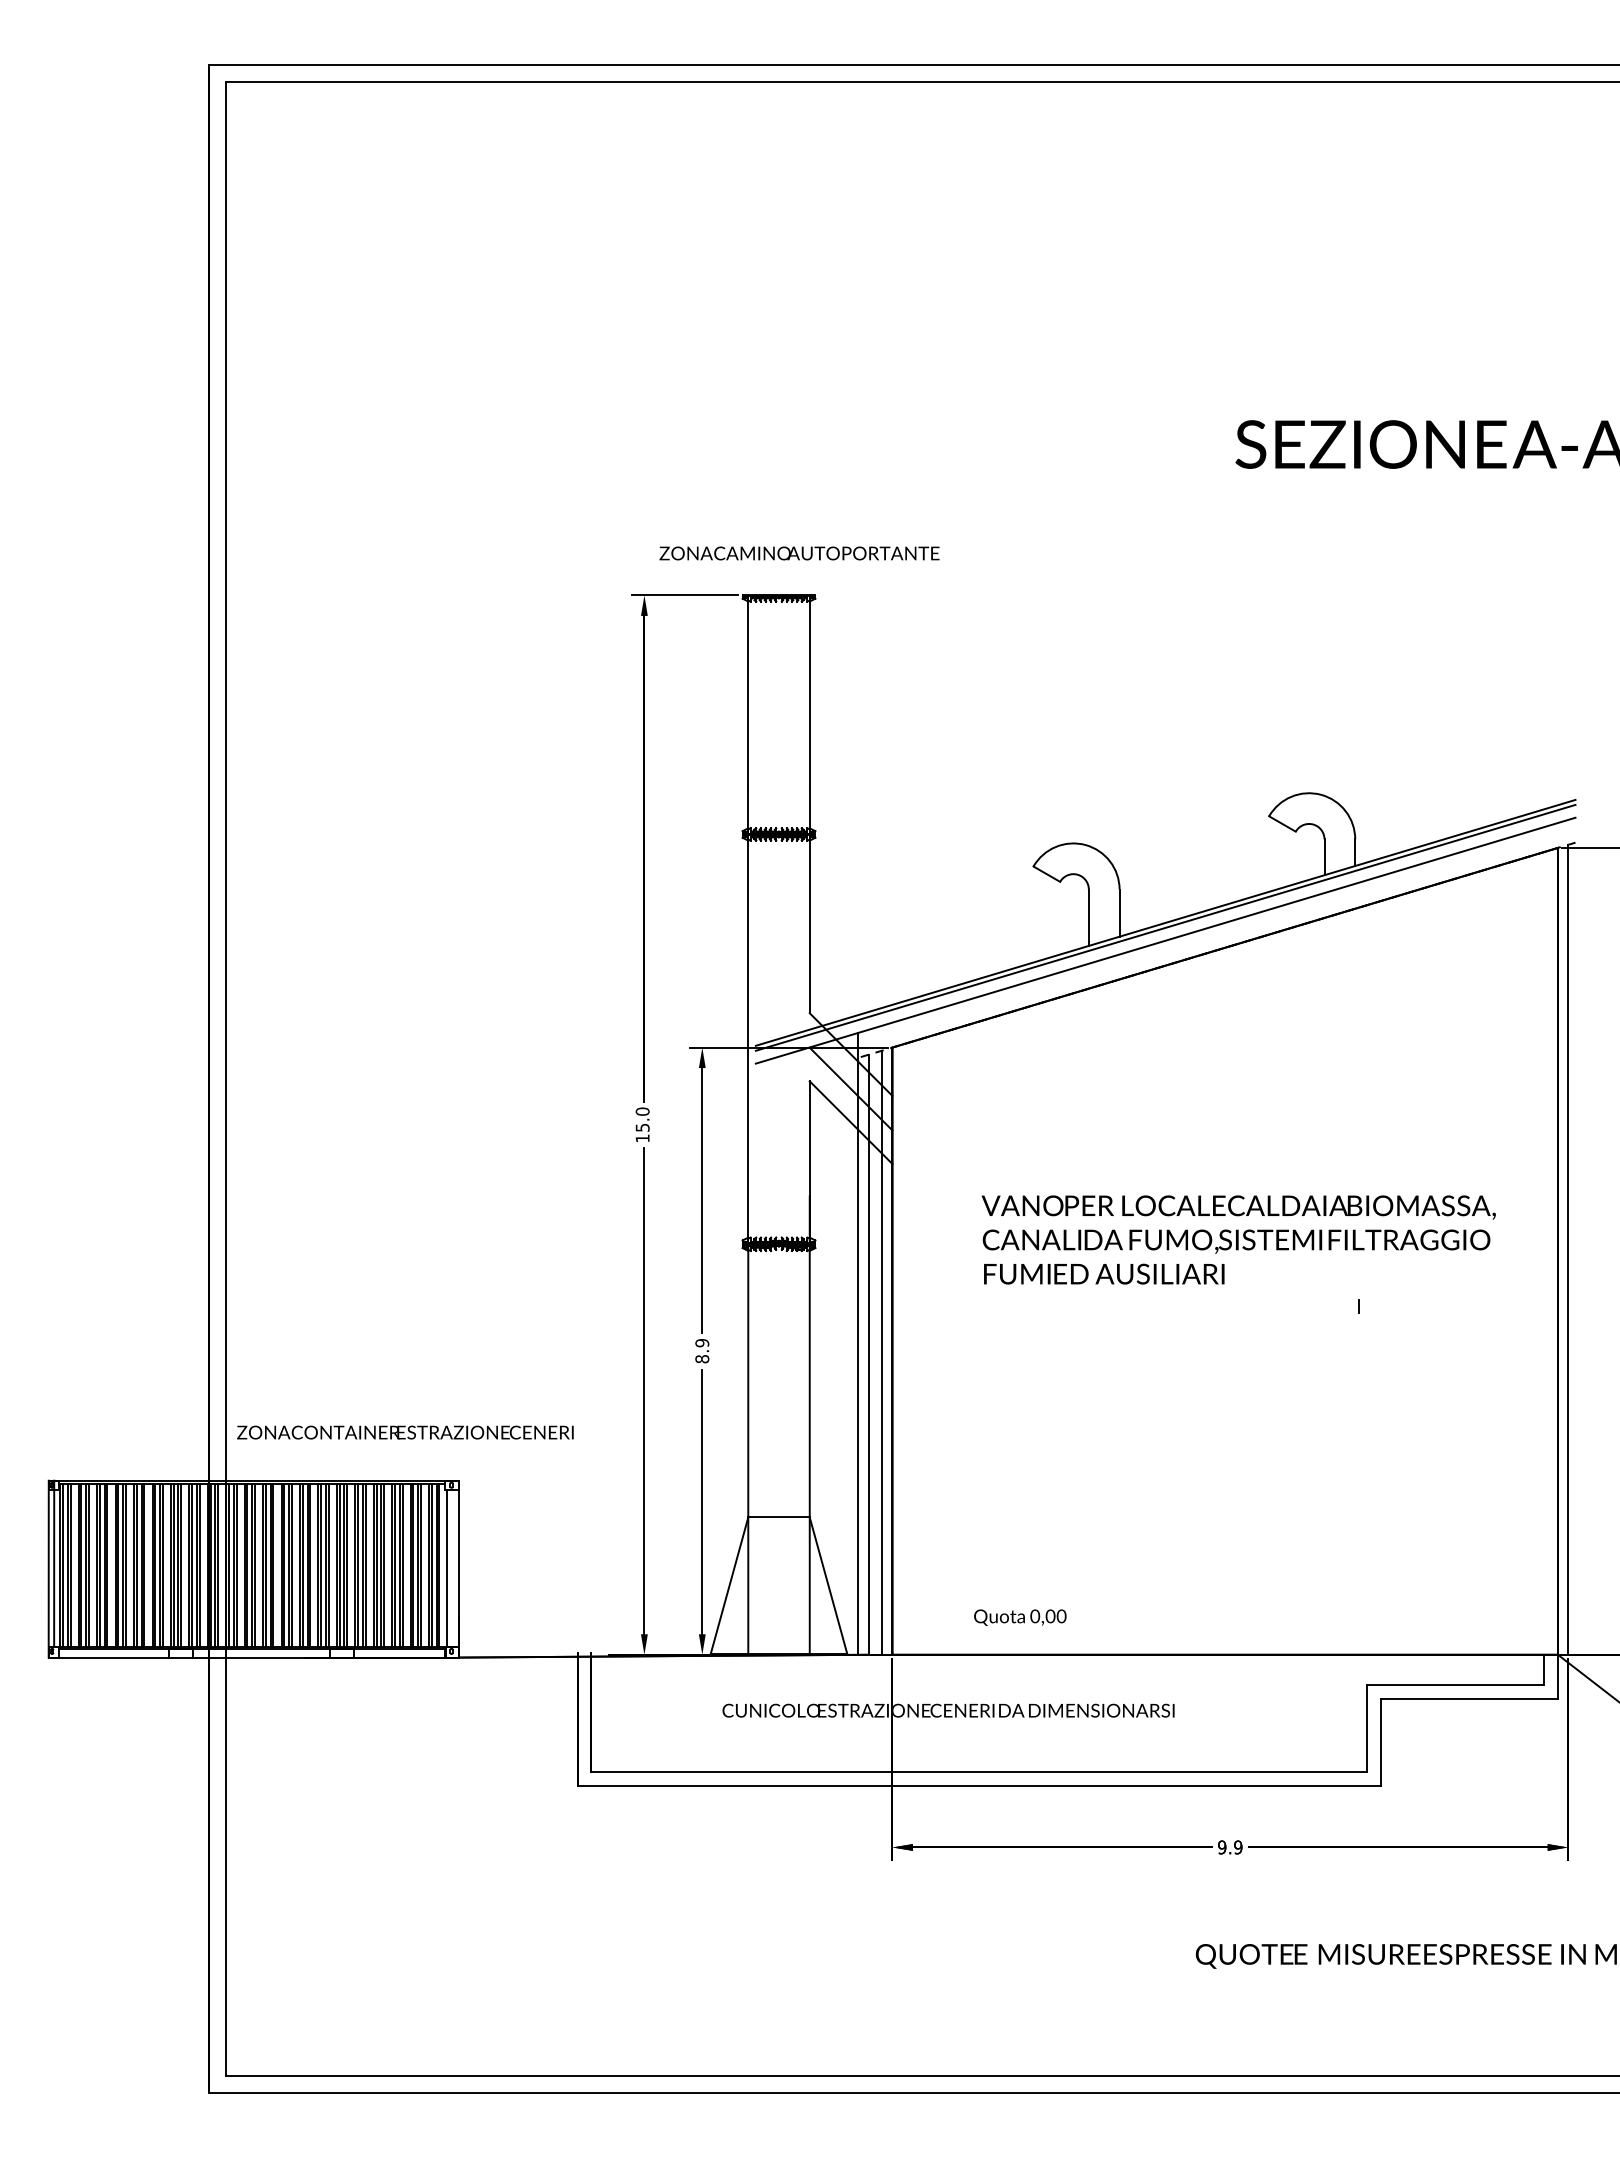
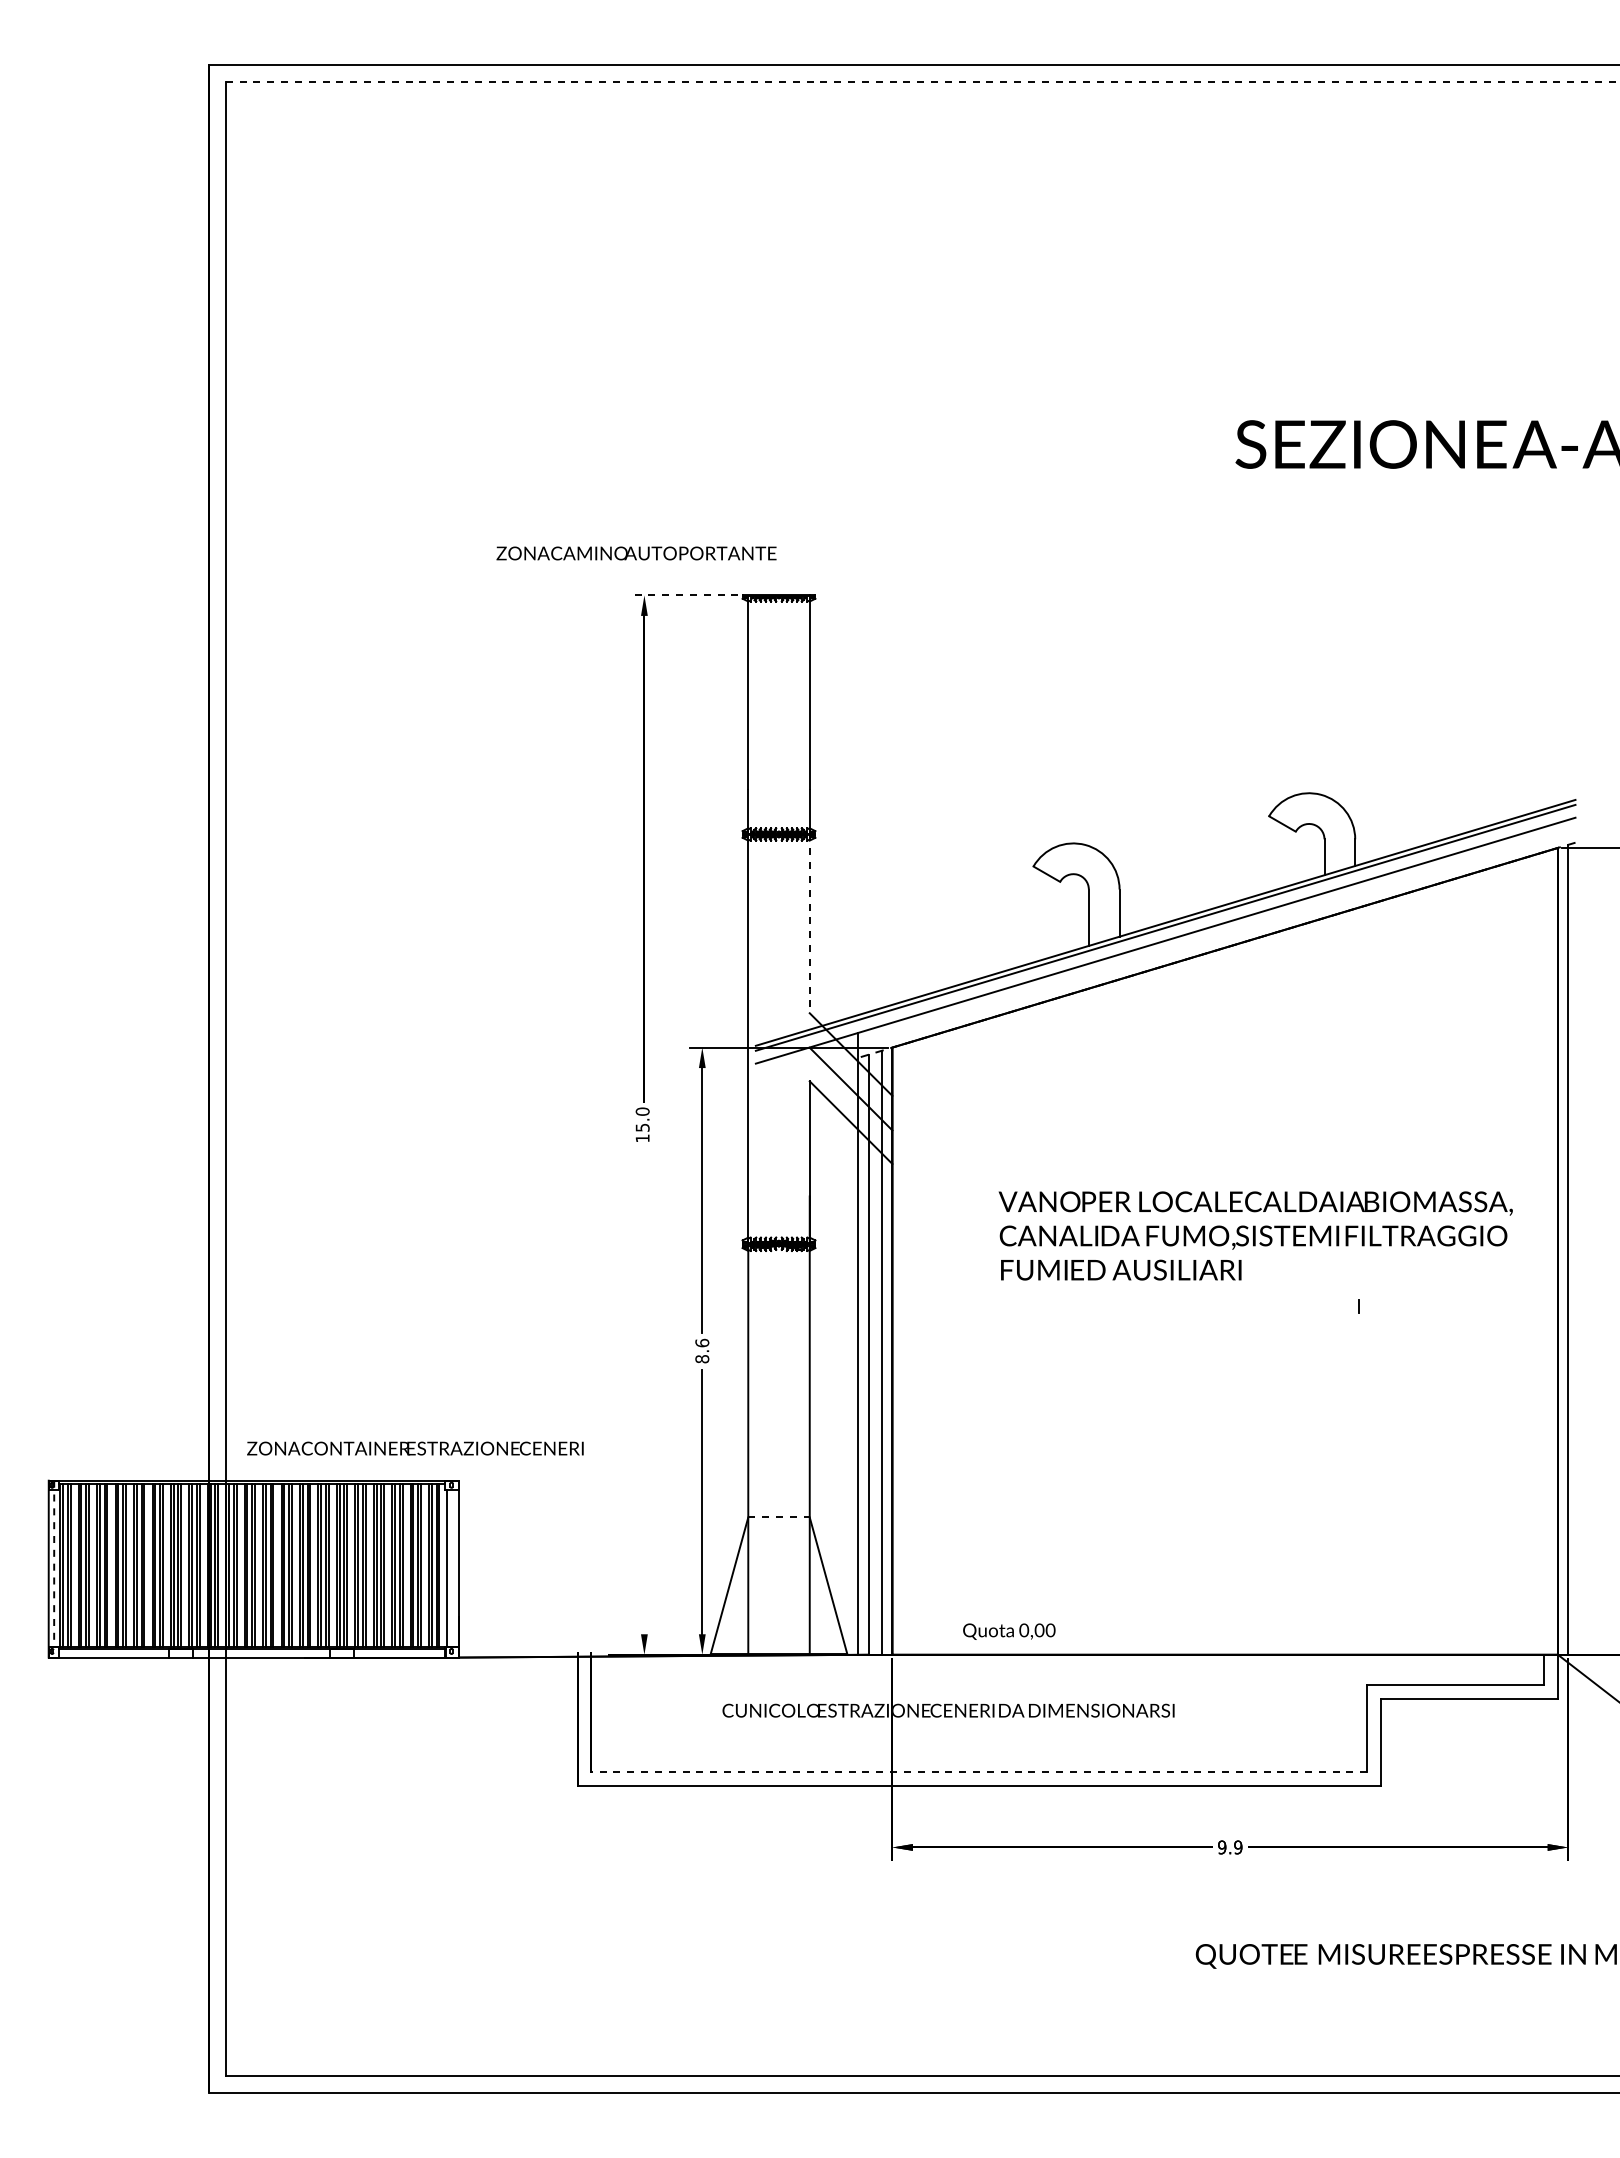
line at (922, 81): solid -> dashed
text at (799, 553) position: (799, 553) -> (636, 553)
line at (684, 595): solid -> dashed
line at (809, 924): solid -> dashed
text at (1238, 1239) position: (1238, 1239) -> (1255, 1235)
text at (702, 1342): 8.9 -> 8.6
line at (644, 1391): present -> none
text at (405, 1432) position: (405, 1432) -> (415, 1448)
line at (779, 1517): solid -> dashed
line at (54, 1563): solid -> dashed
text at (1020, 1617) position: (1020, 1617) -> (1009, 1631)
line at (978, 1771): solid -> dashed
